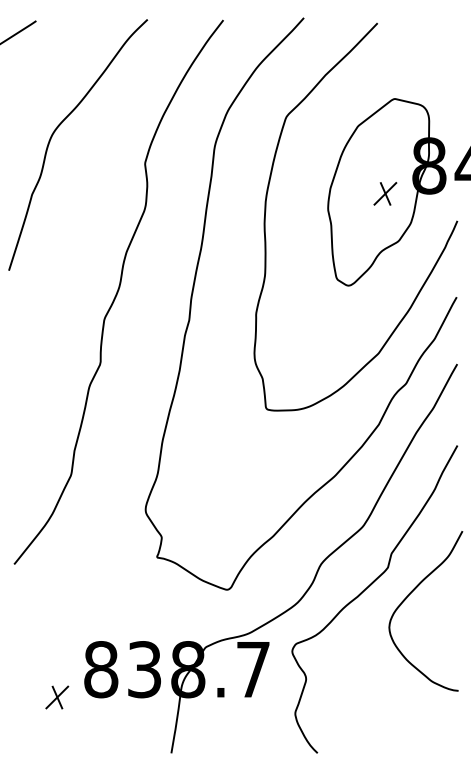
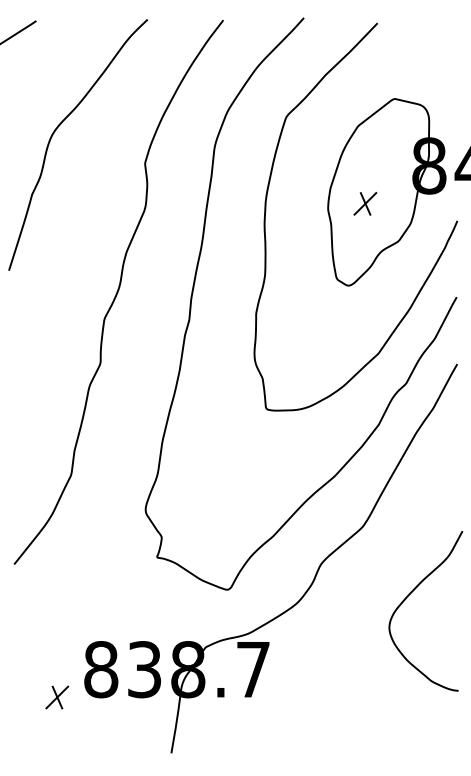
part at (385, 193) position: (385, 193) -> (365, 203)
curve at (365, 590): present -> none
